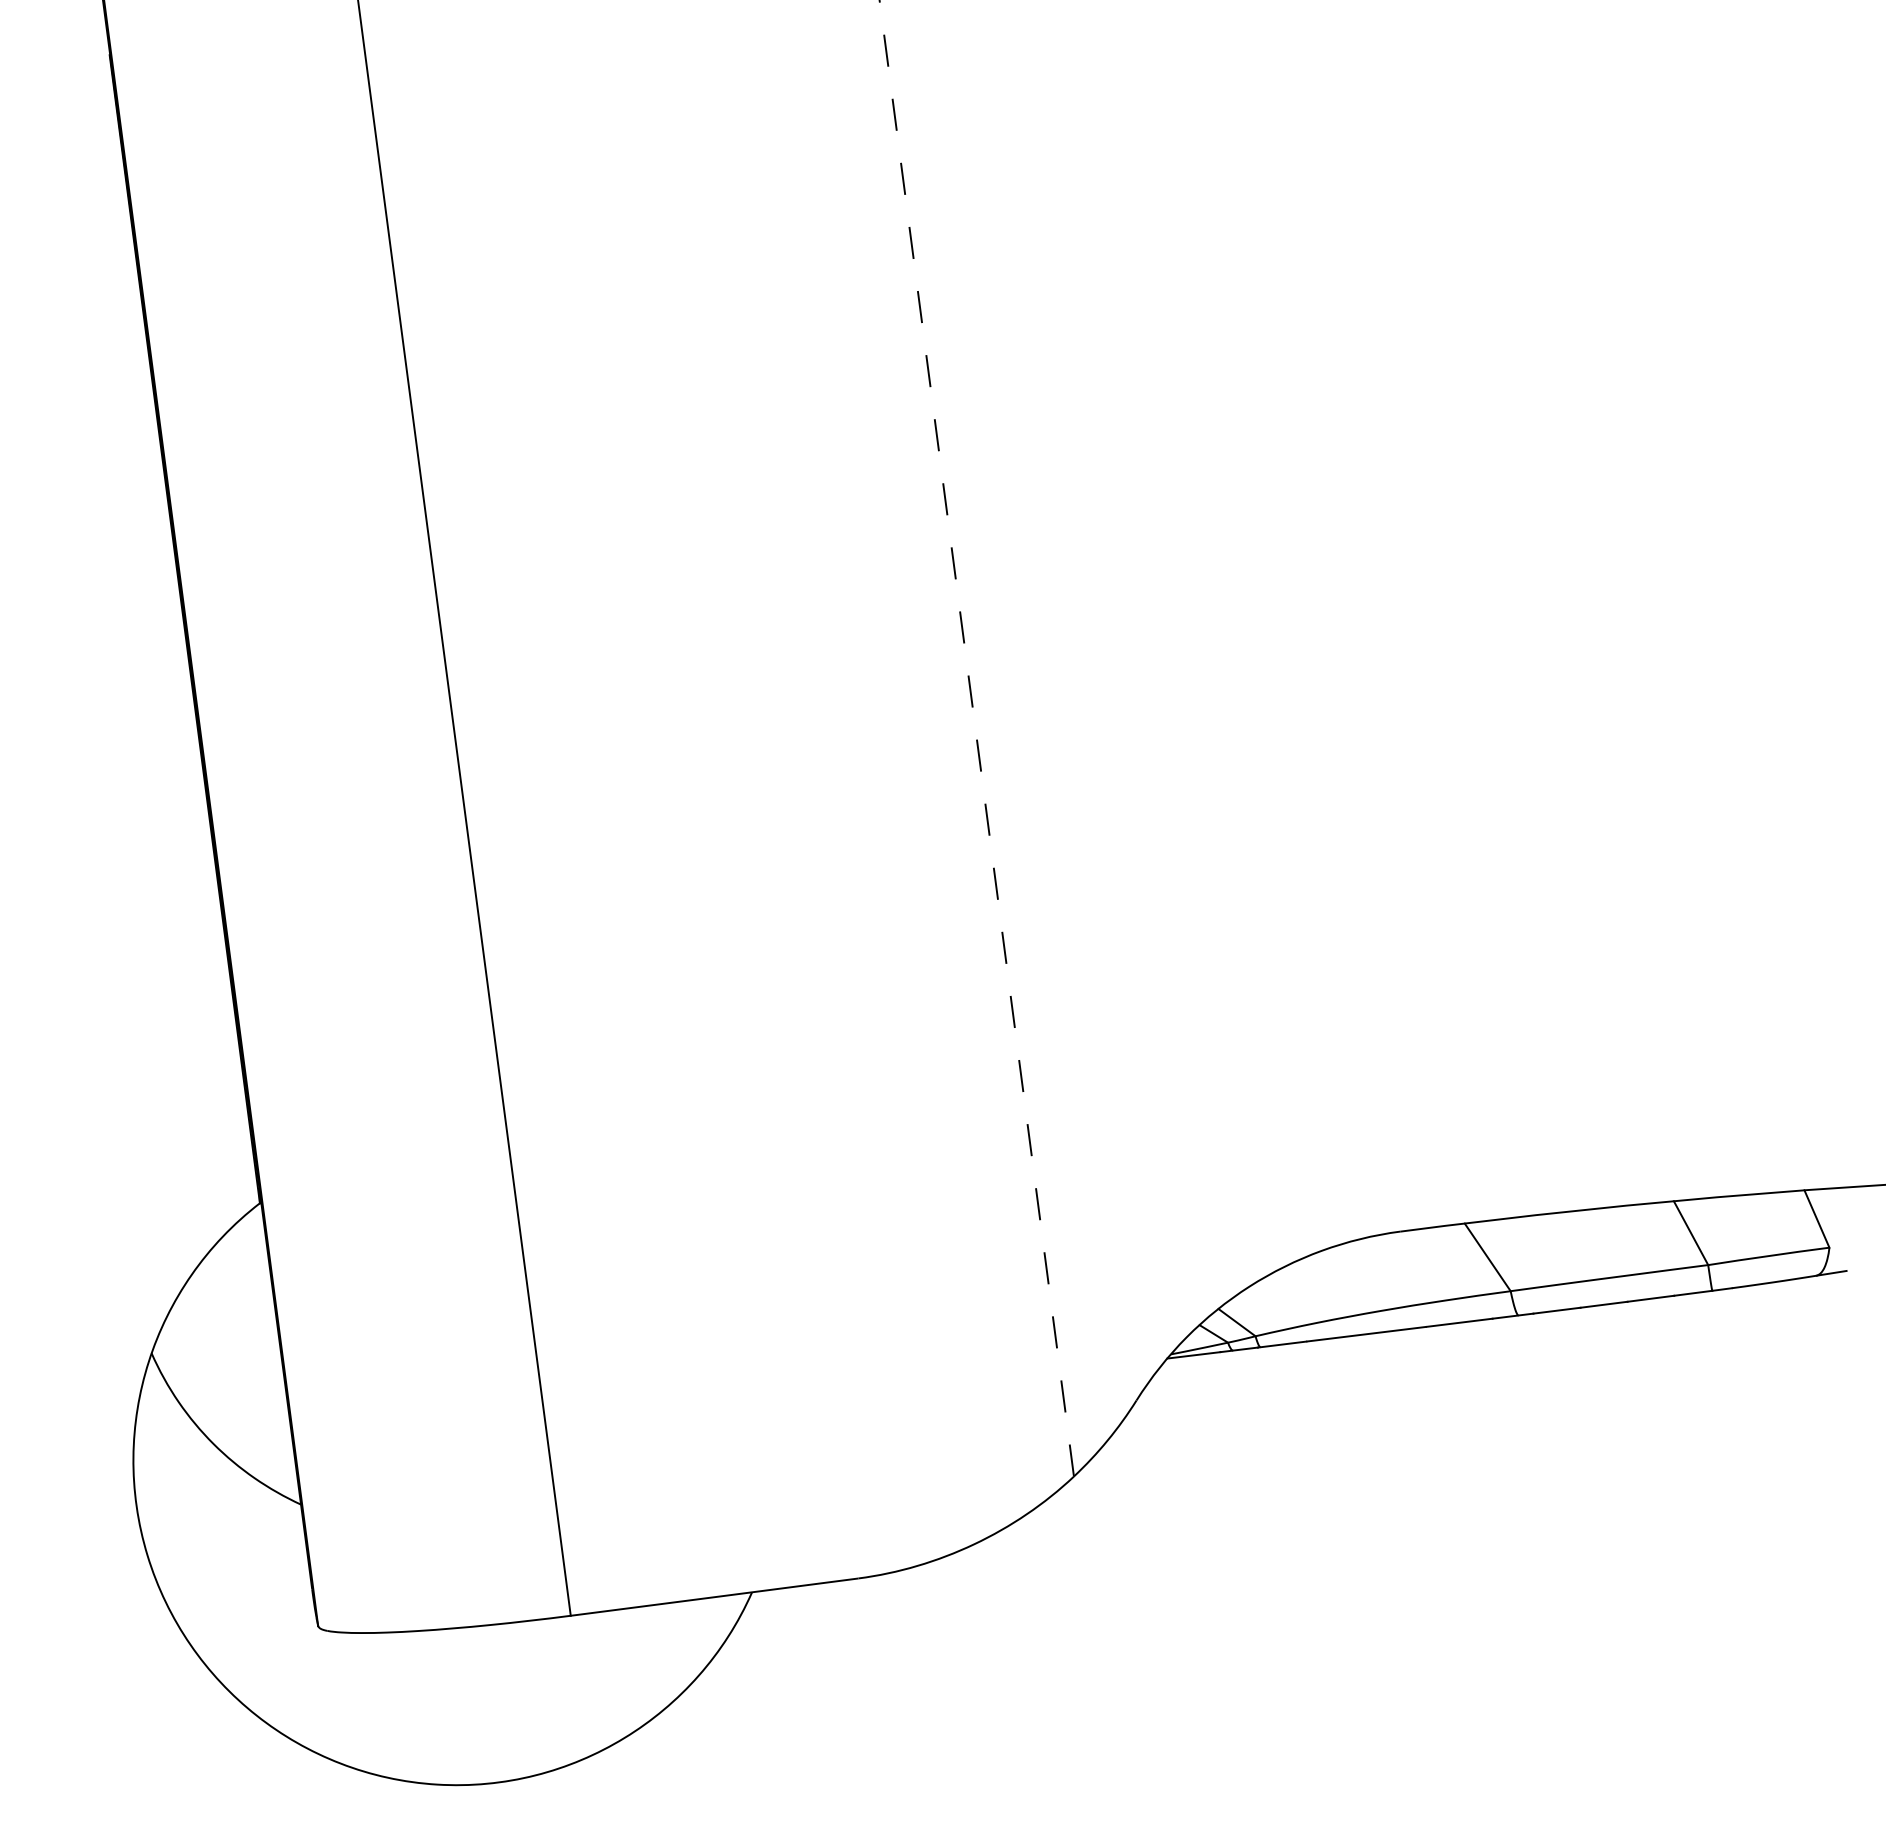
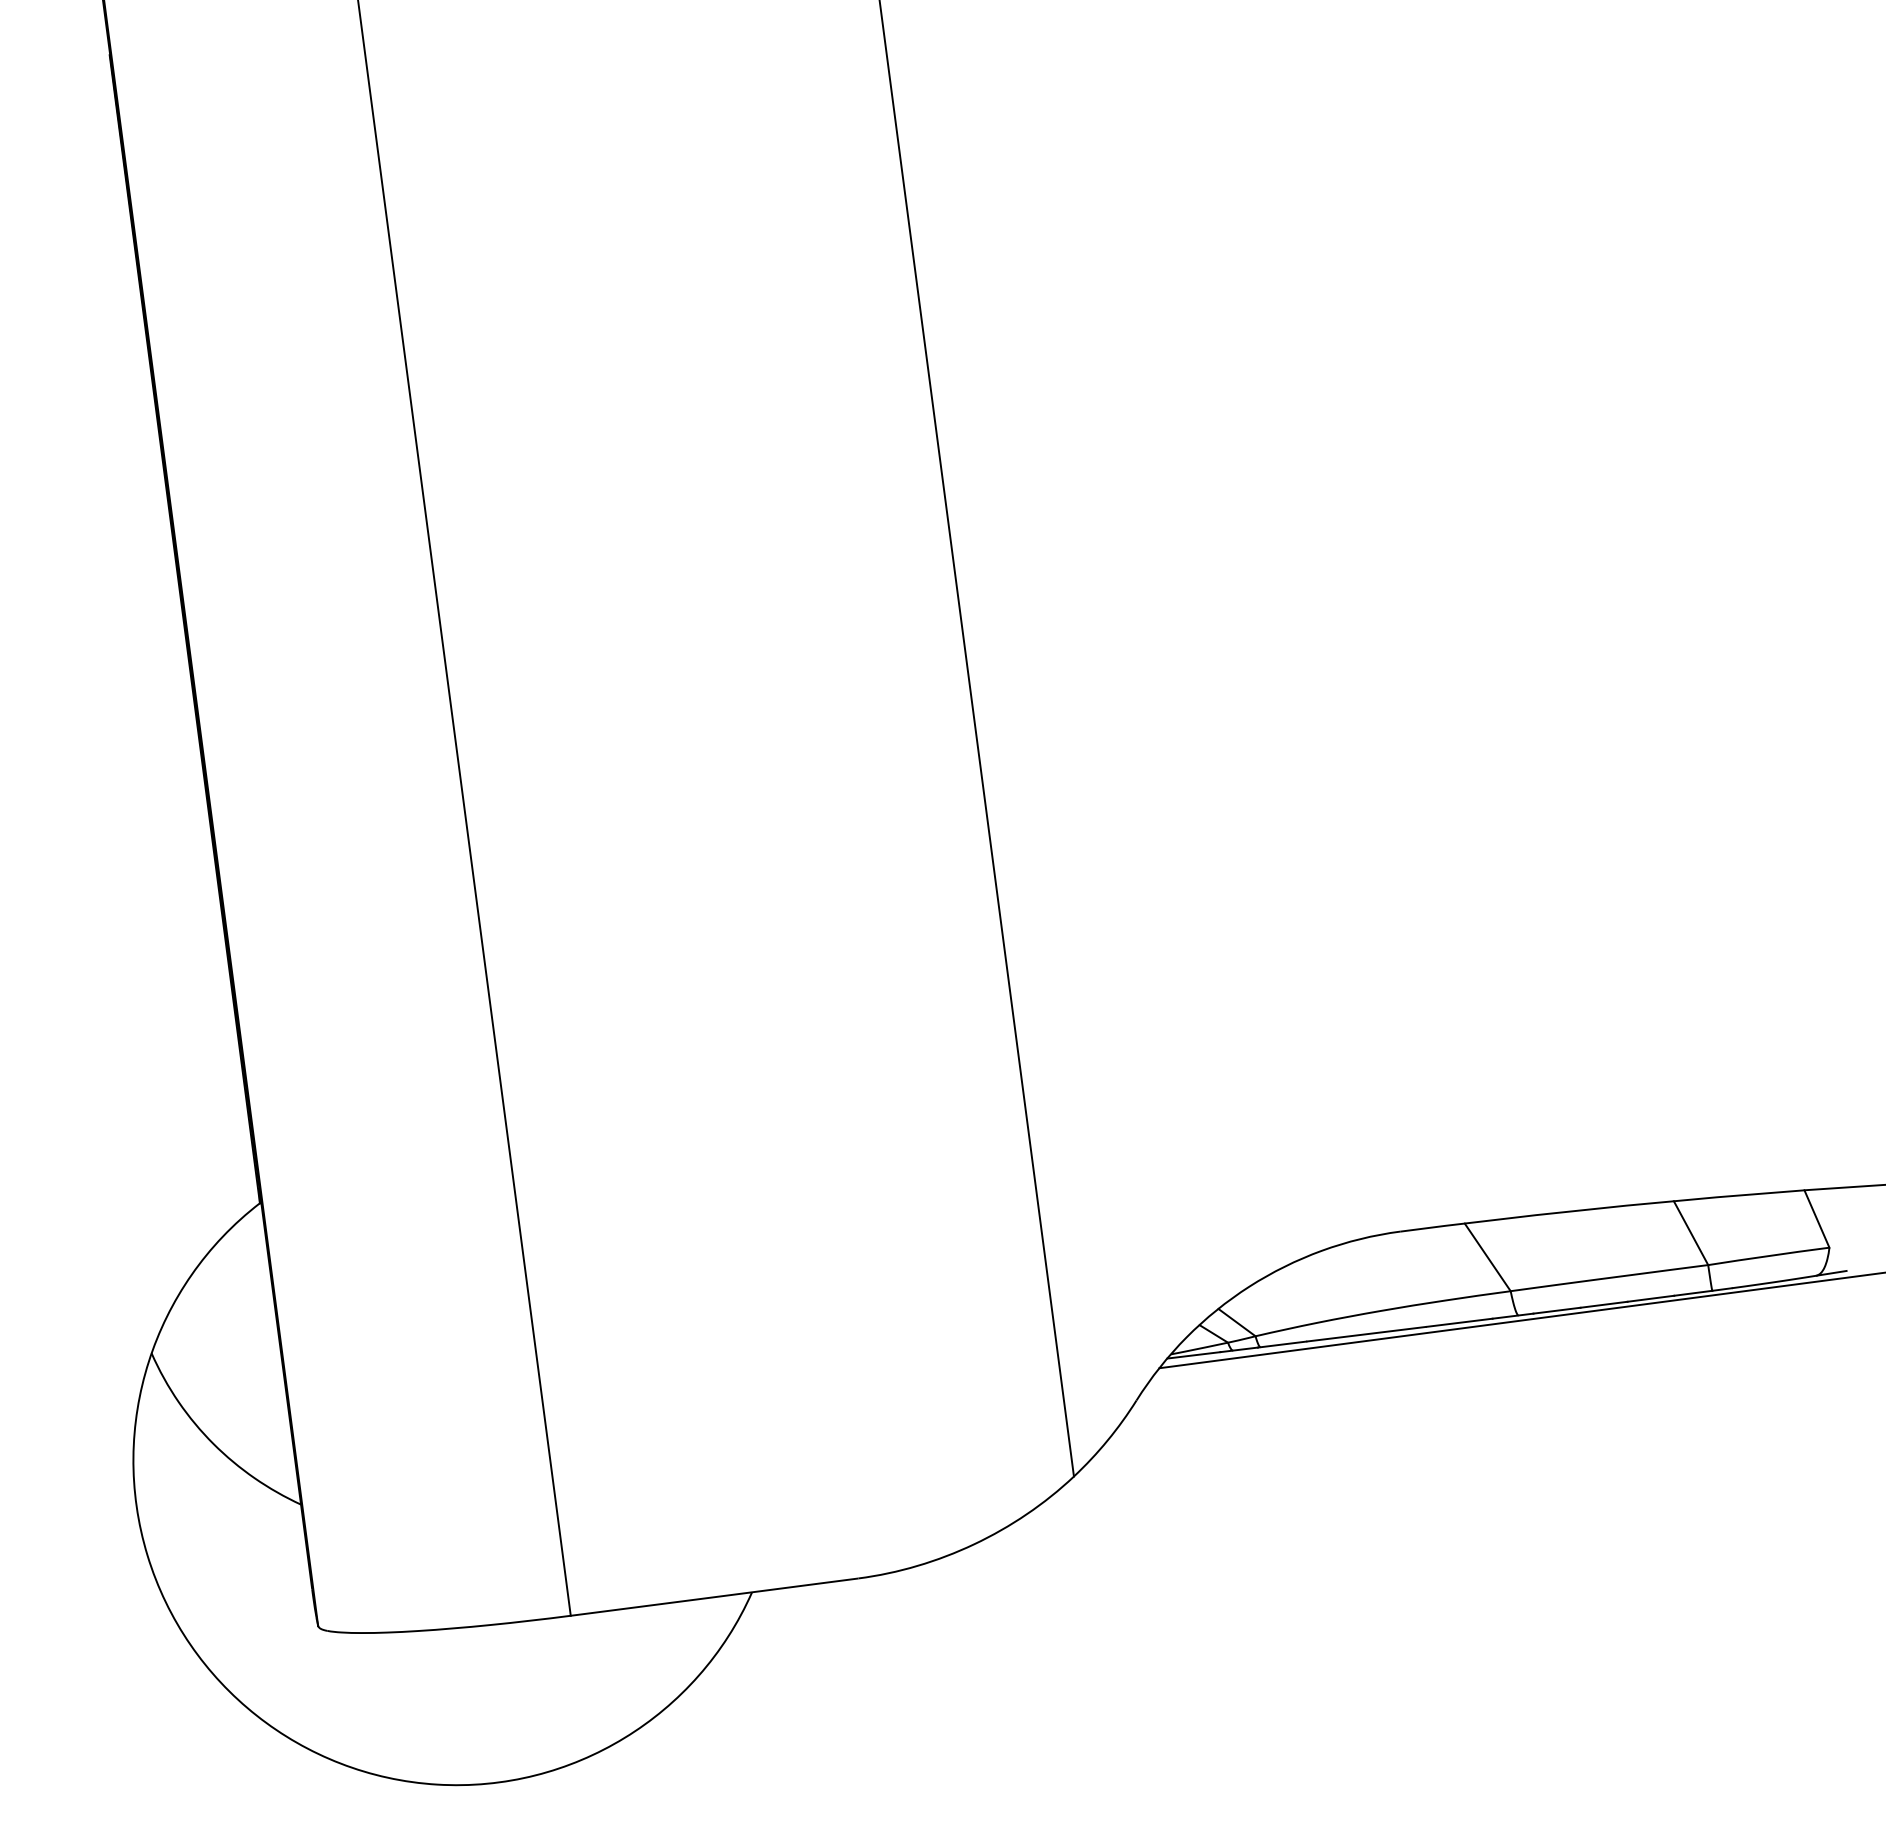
line at (976, 737): dashed -> solid
line at (1520, 1320): none -> present
